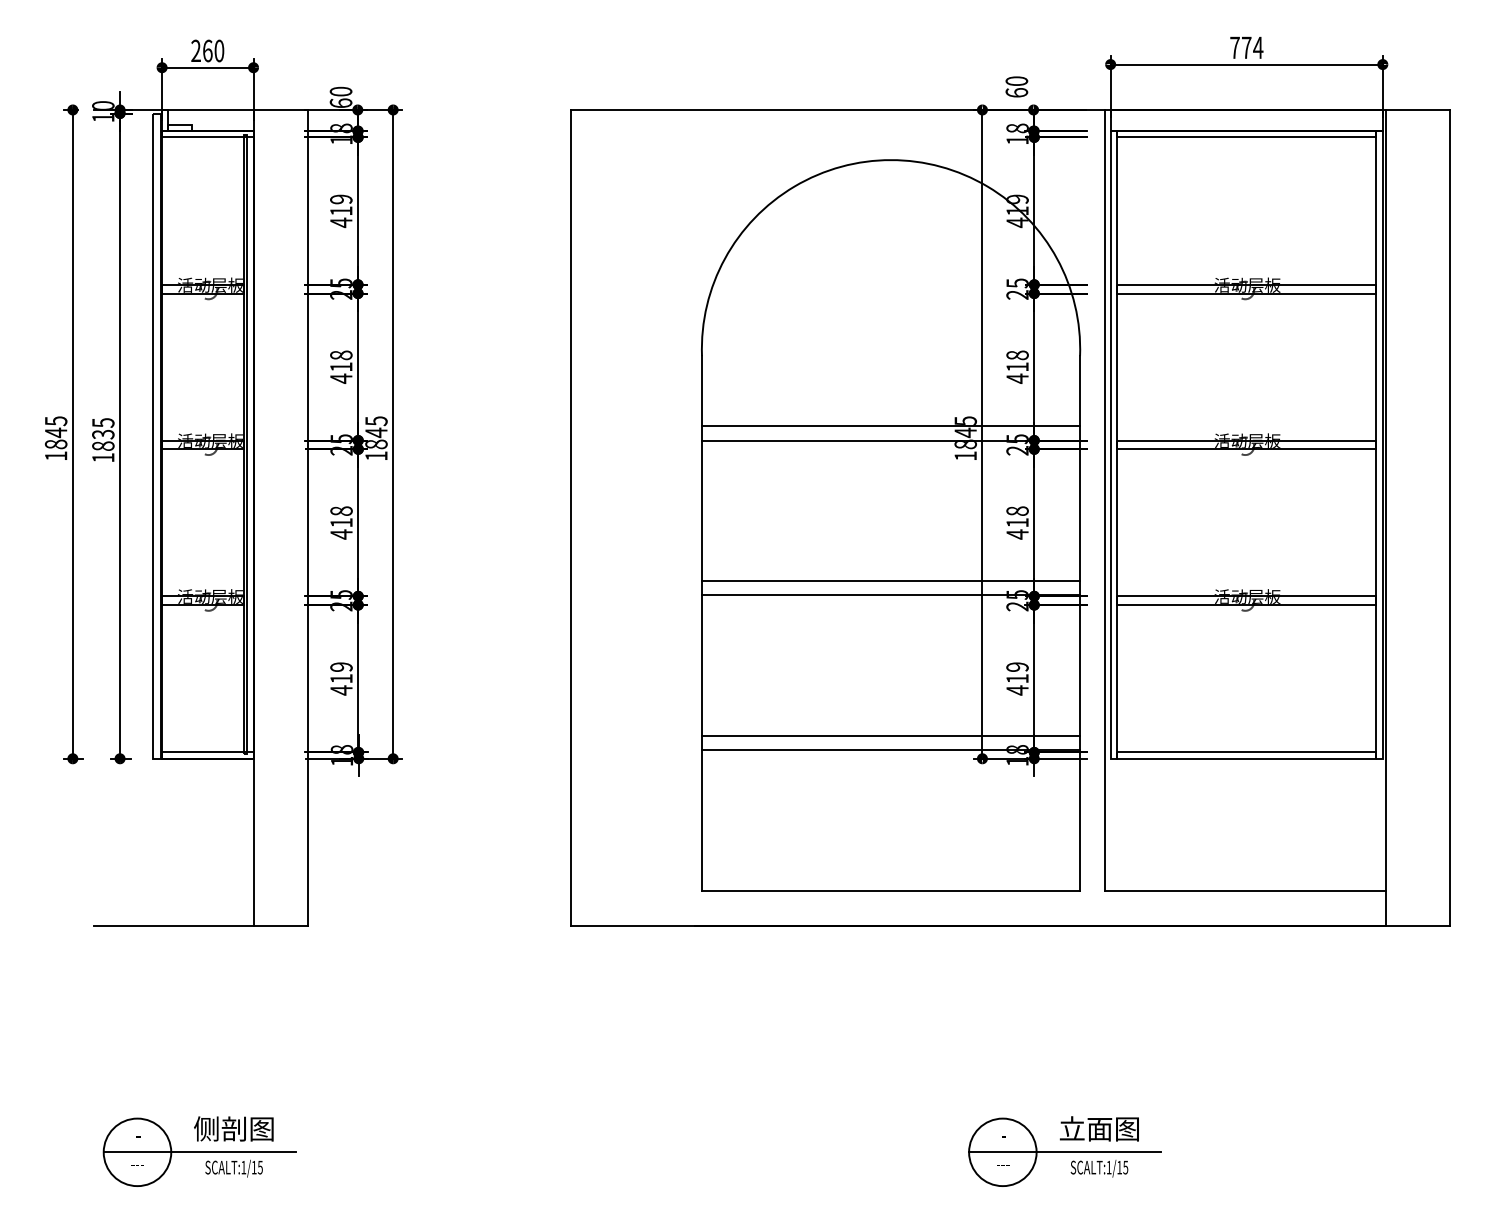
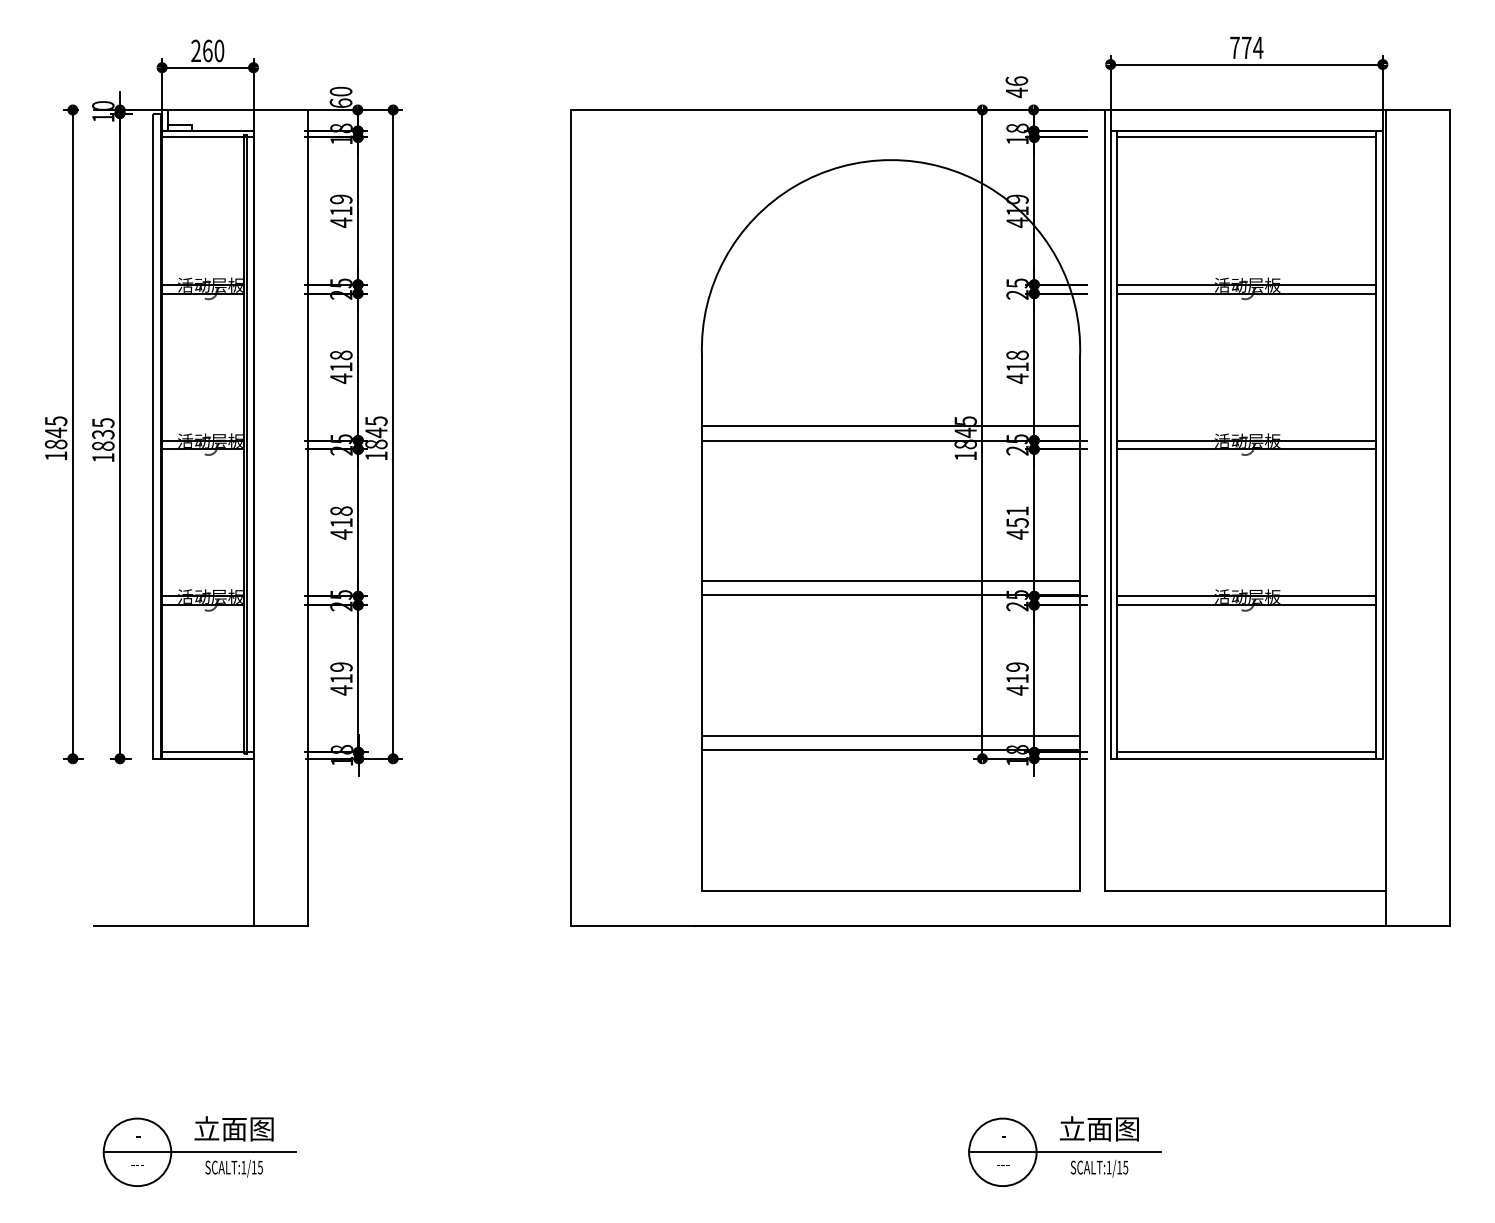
text at (1016, 87): 60 -> 46
text at (1017, 516): 418 -> 451
text at (220, 1128): 侧剖图 -> 立面图
